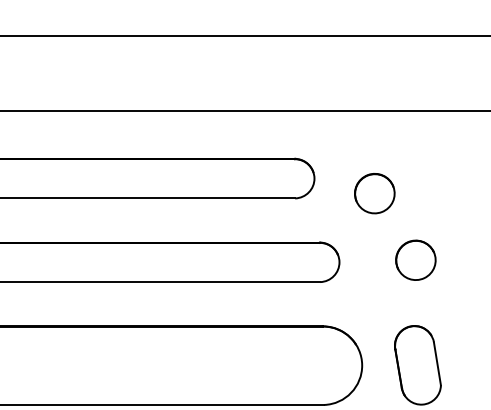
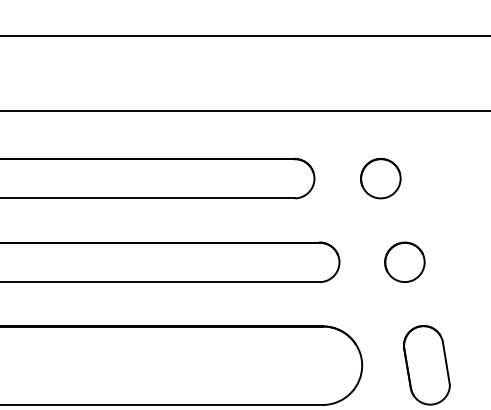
part at (374, 193) position: (374, 193) -> (380, 178)
part at (415, 259) position: (415, 259) -> (404, 261)
part at (417, 365) position: (417, 365) -> (426, 365)
